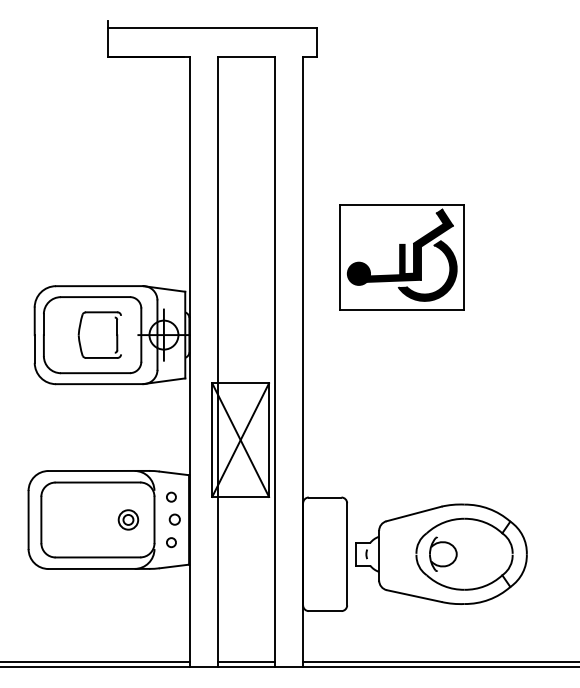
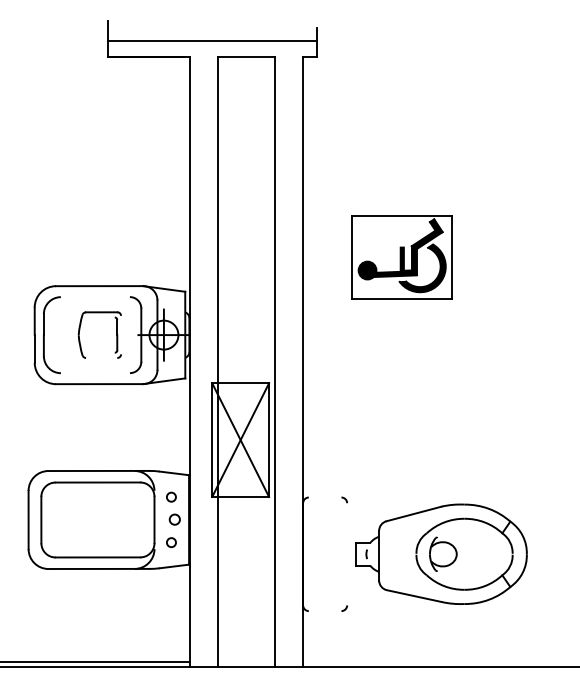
line at (212, 28) position: (212, 28) -> (212, 41)
part at (401, 257) size: 126x107 px -> 102x85 px
line at (94, 297): present -> none
line at (101, 357): present -> none
line at (95, 373): present -> none
line at (324, 497): present -> none
part at (128, 519): present -> none
line at (347, 554): present -> none
line at (324, 611): present -> none
line at (245, 661): present -> none
line at (439, 661): present -> none
